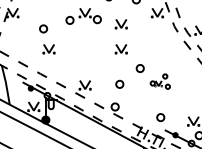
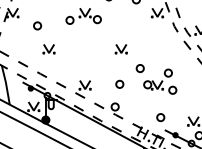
part at (120, 24): present -> none
part at (43, 28) position: (43, 28) -> (37, 25)
part at (159, 81) size: 22x17 px -> 35x27 px
